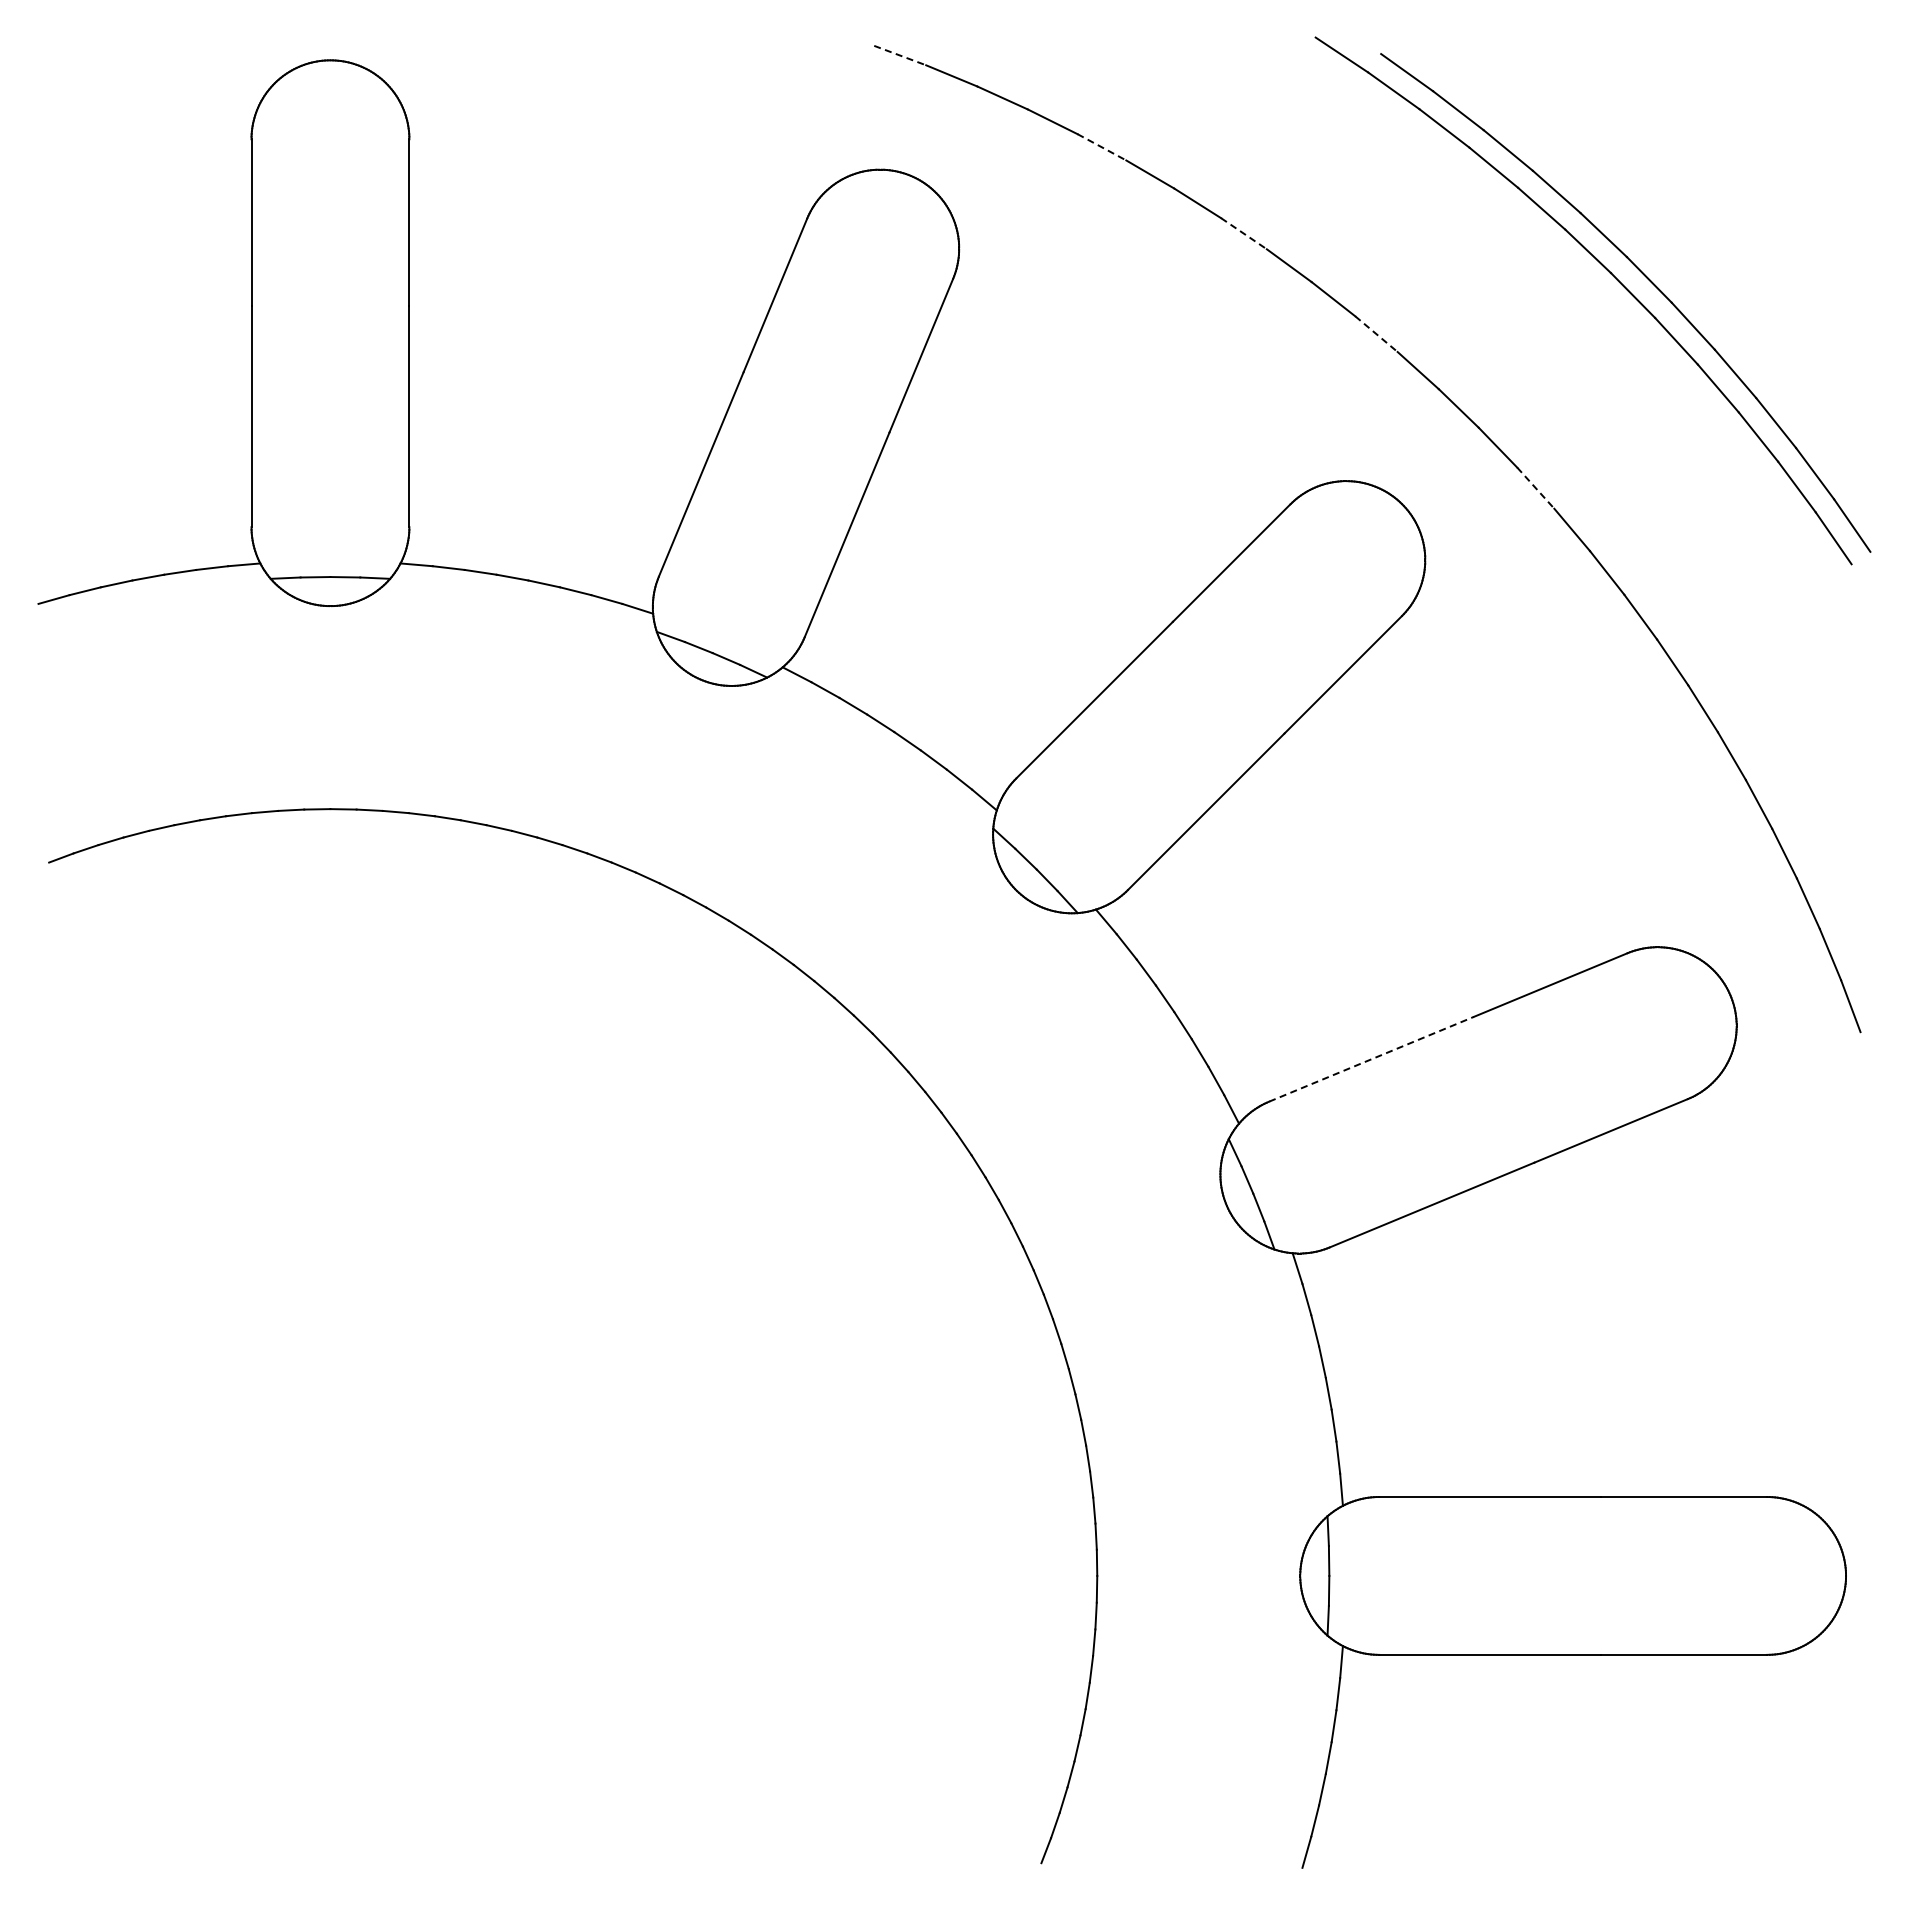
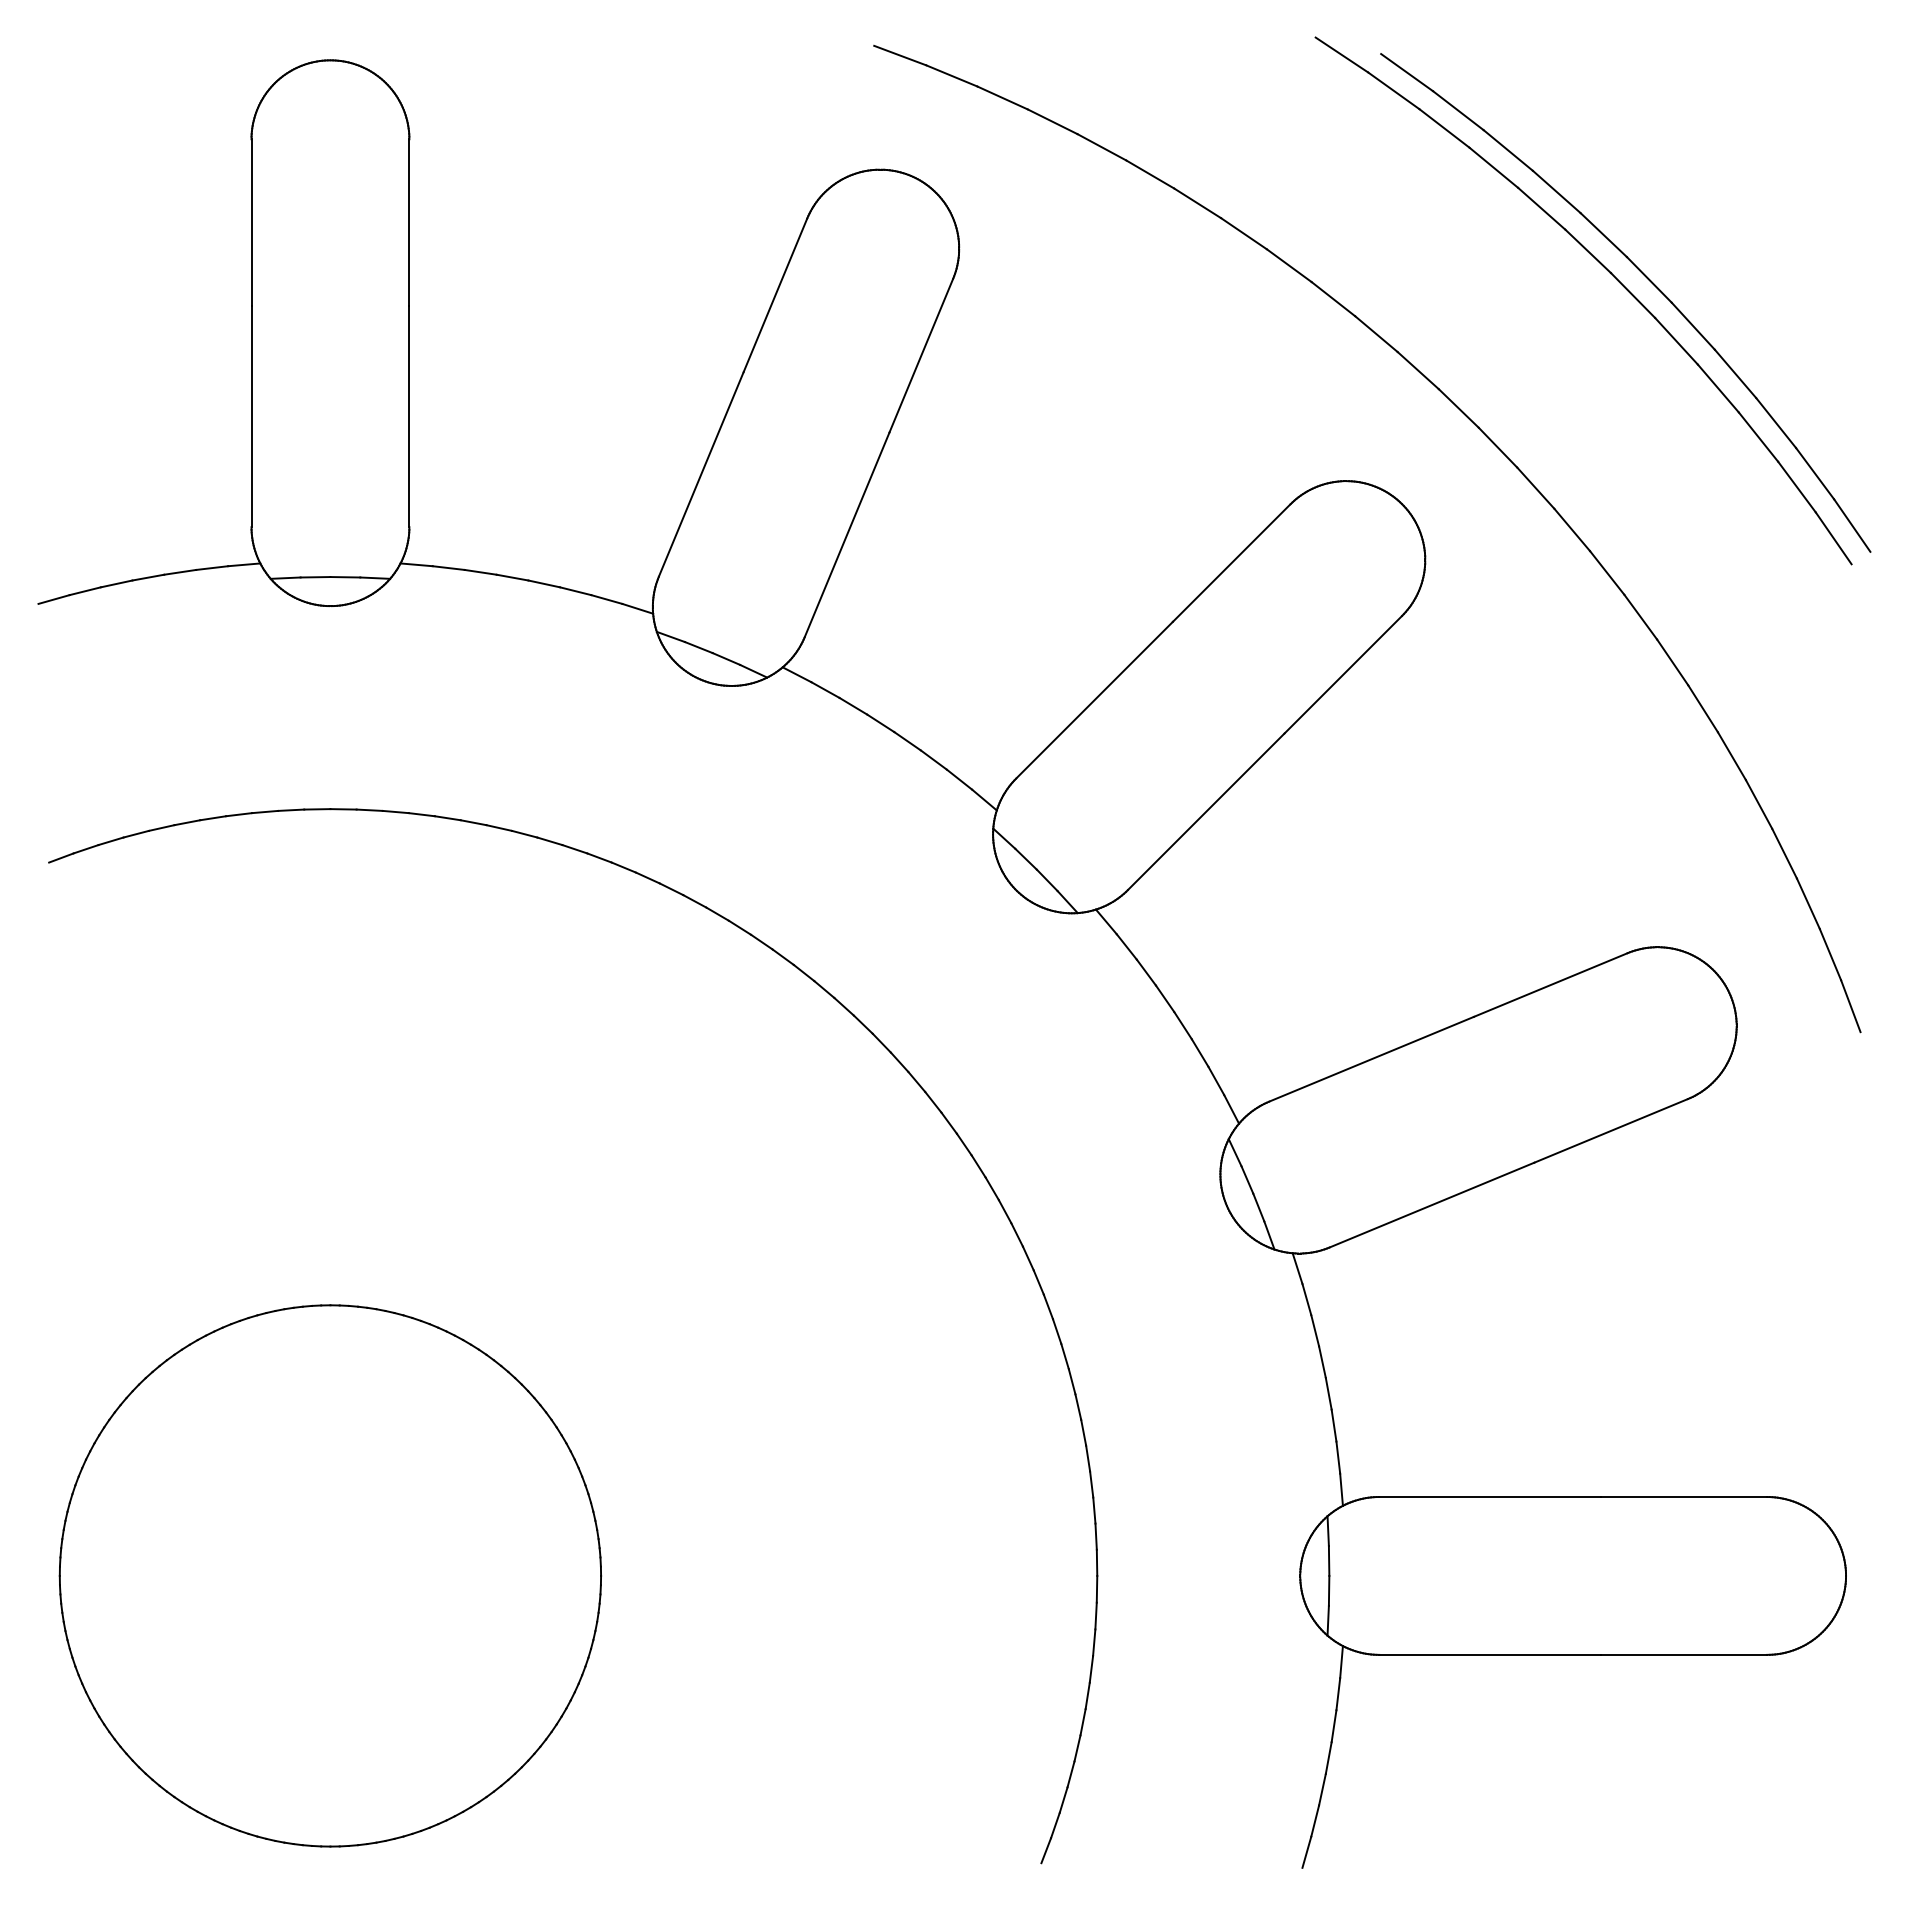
line at (900, 55): dashed -> solid
line at (1101, 147): dashed -> solid
line at (1243, 233): dashed -> solid
line at (1376, 334): dashed -> solid
line at (1535, 488): dashed -> solid
line at (1371, 1059): dashed -> solid
part at (330, 1575): none -> present
